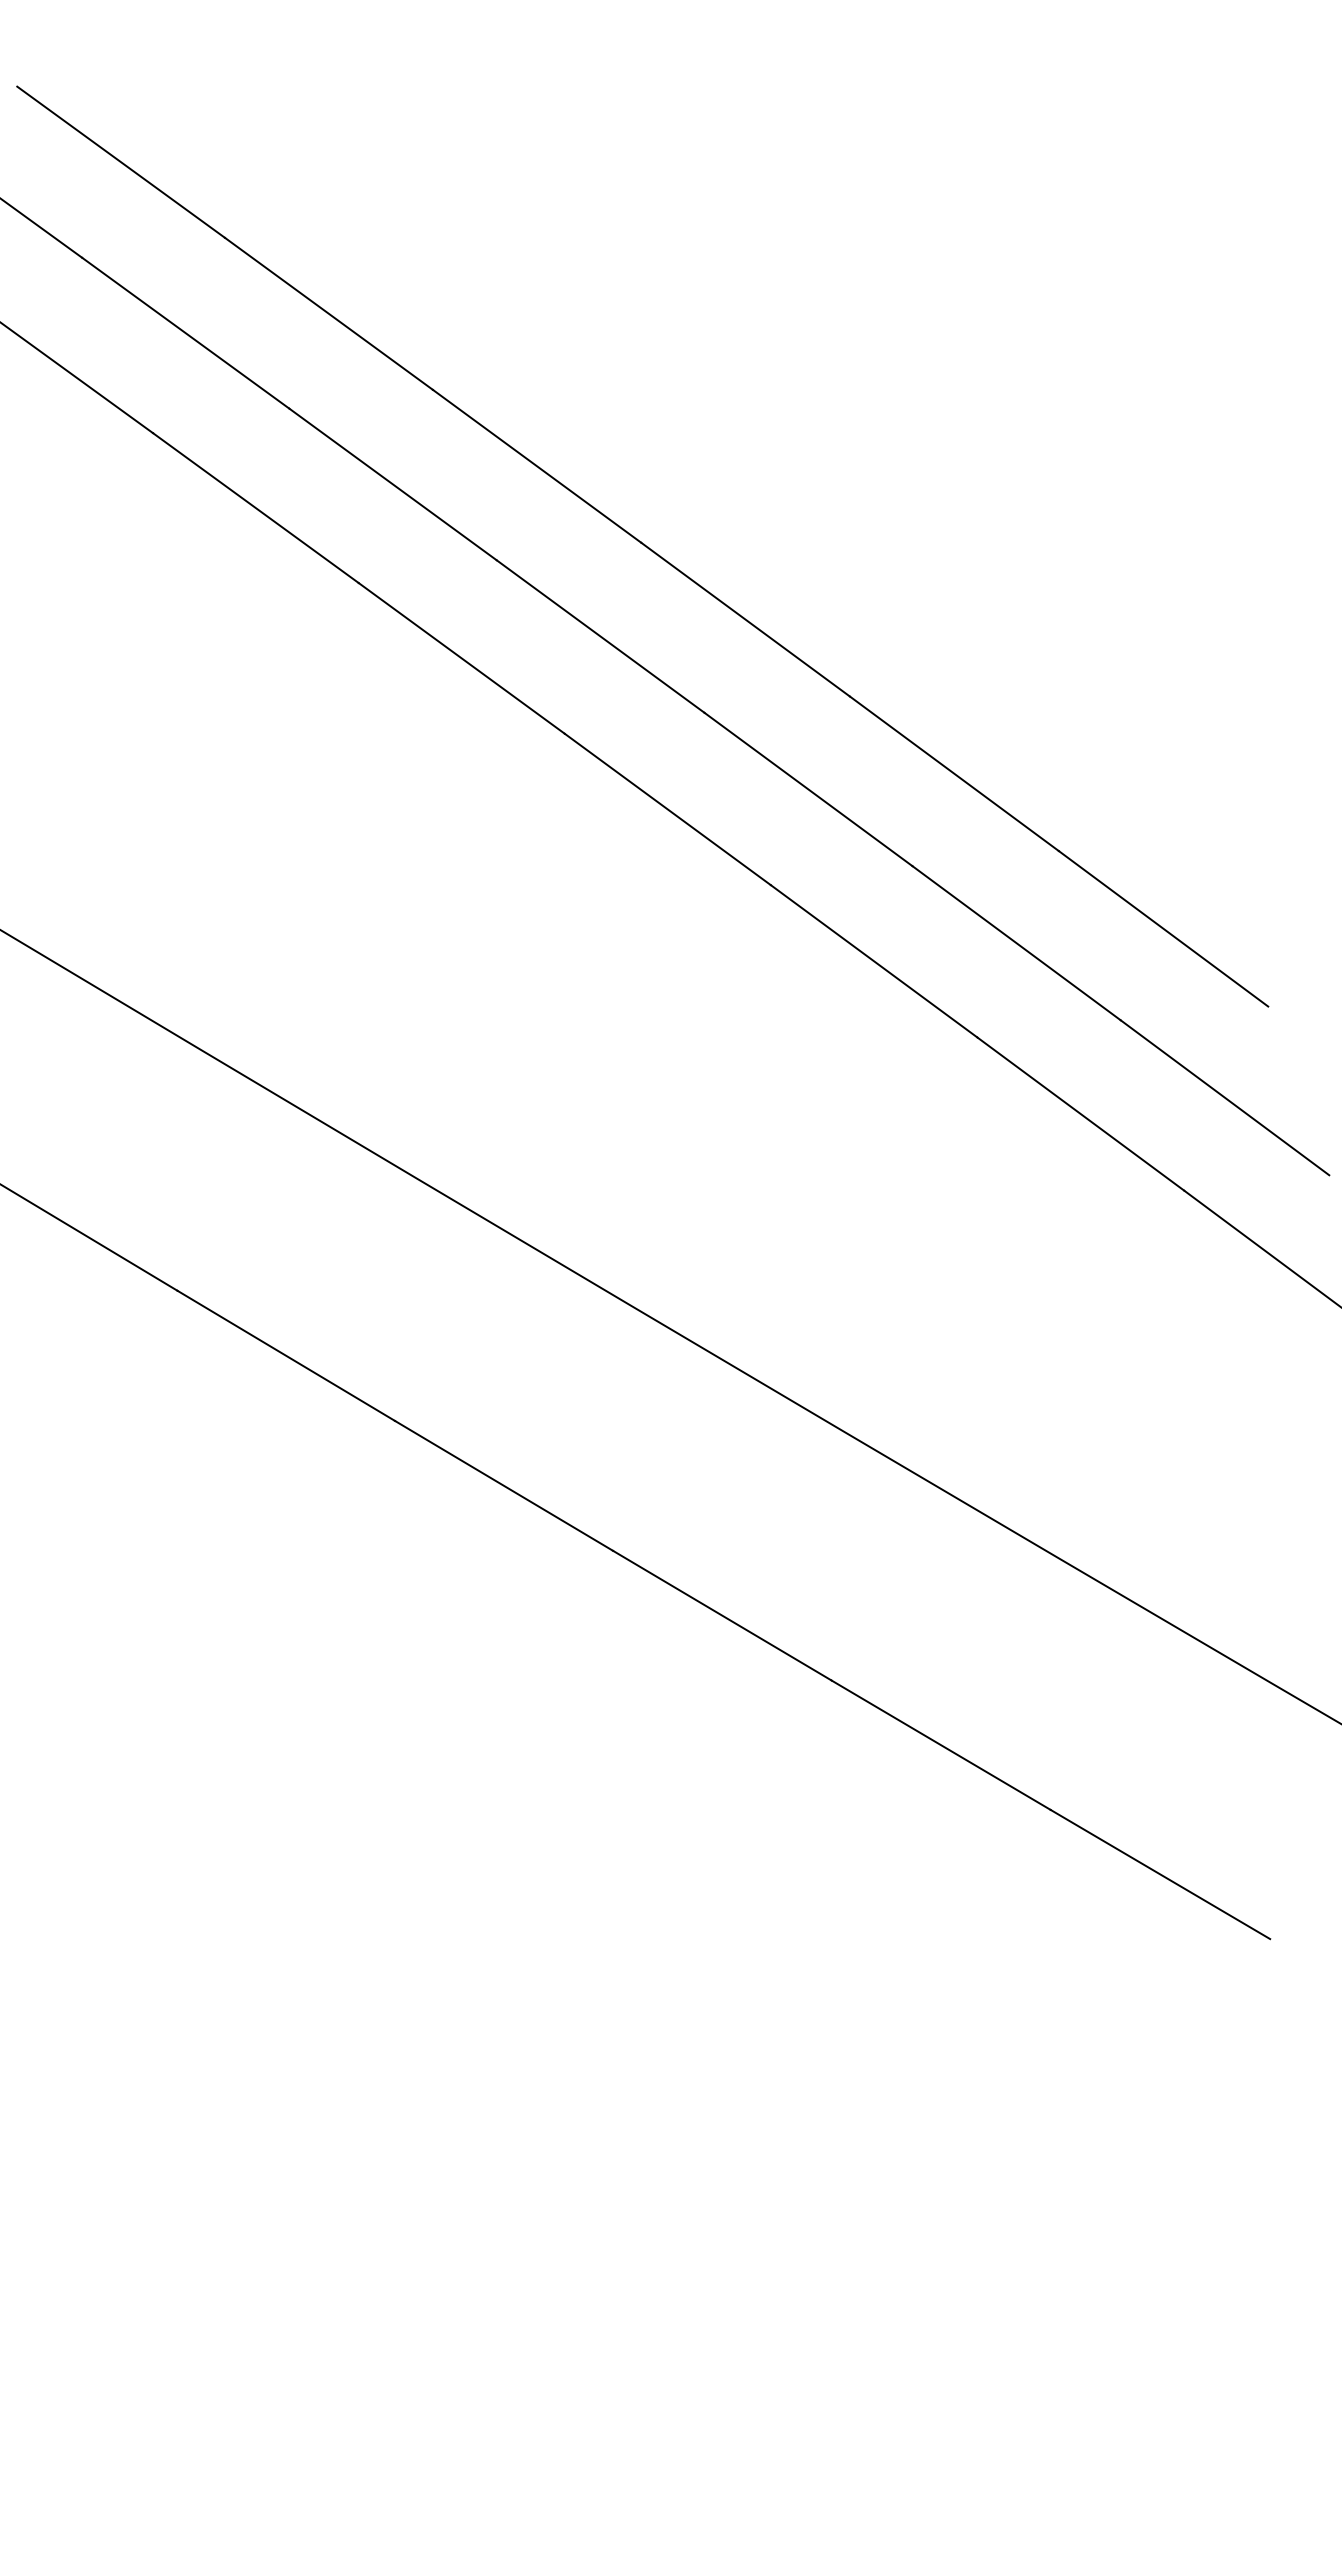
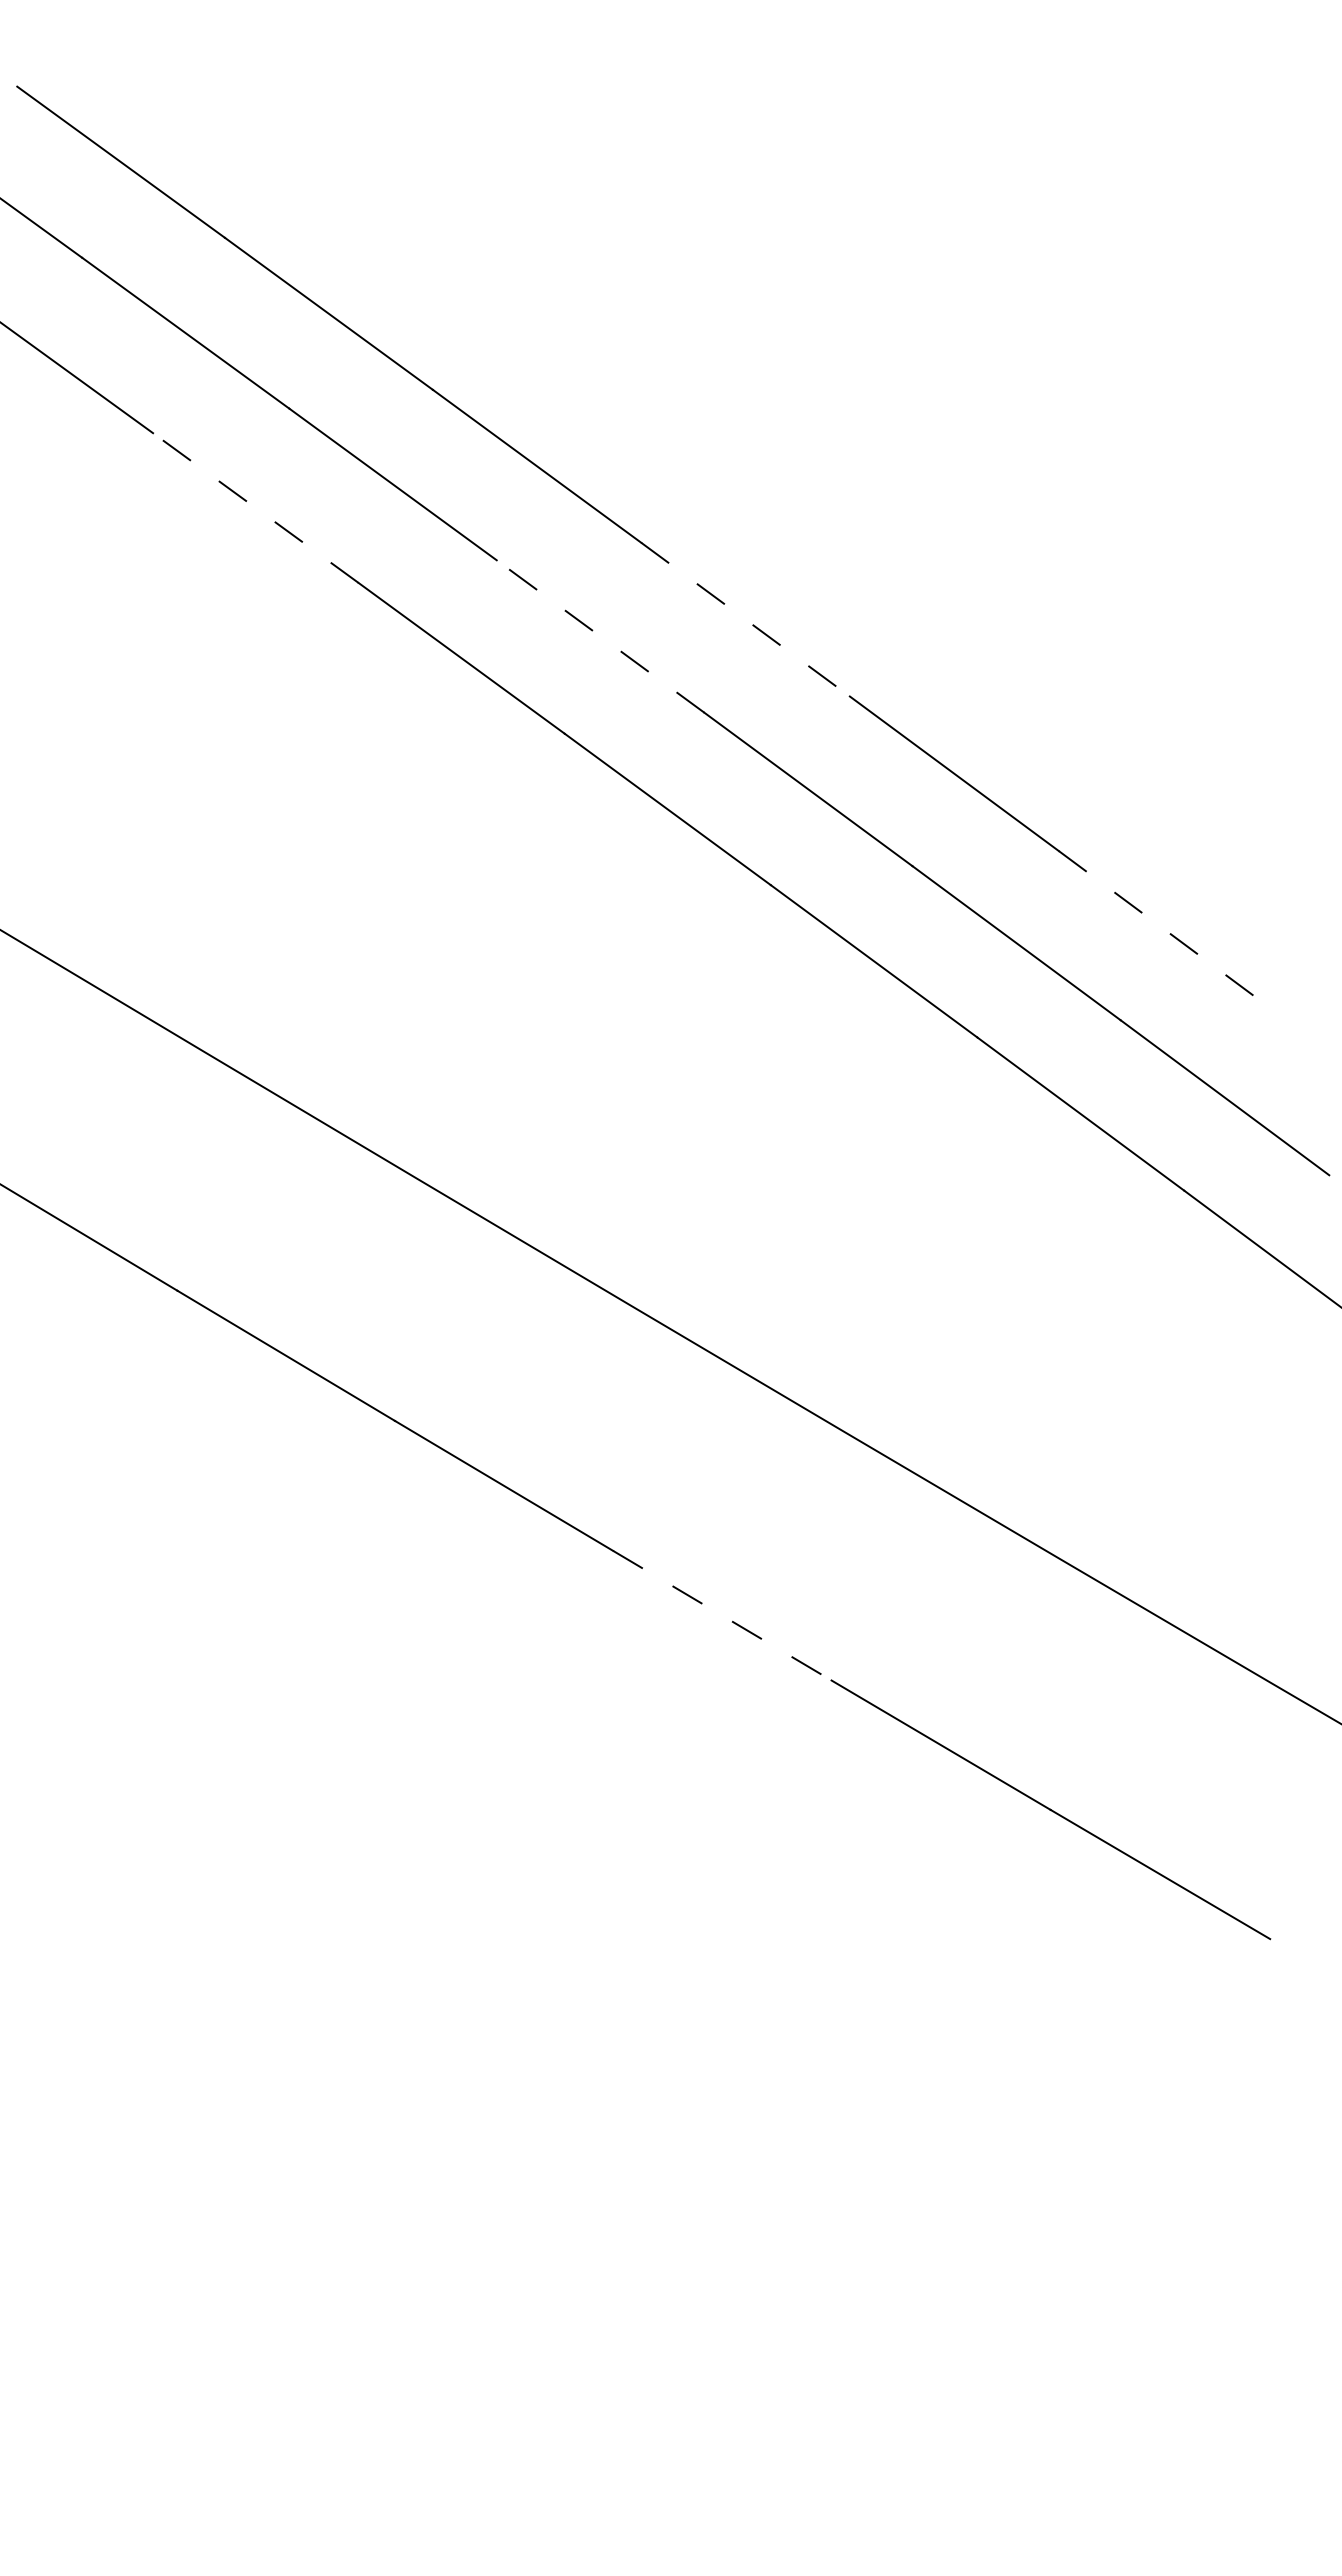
line at (255, 507): solid -> dashed
line at (745, 619): solid -> dashed
line at (600, 636): solid -> dashed
line at (1163, 929): solid -> dashed
line at (722, 1615): solid -> dashed
